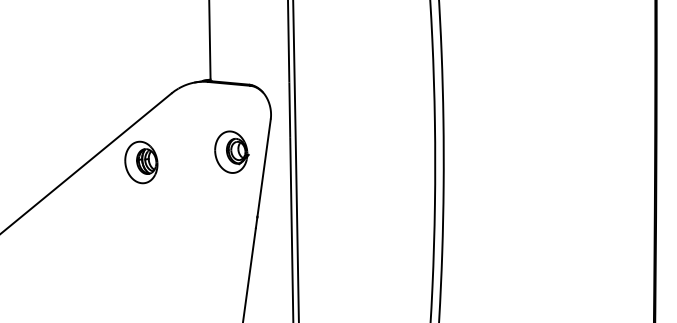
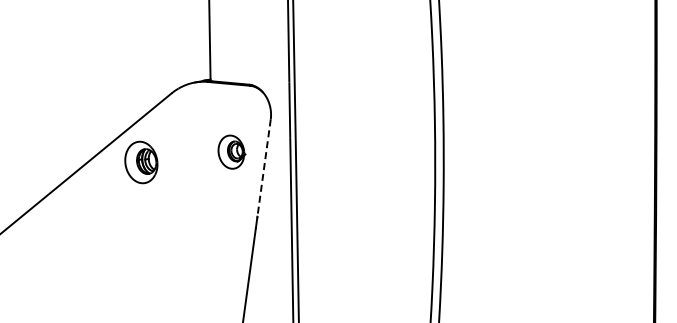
part at (231, 151) size: 36x44 px -> 30x36 px
line at (264, 168): solid -> dashed
